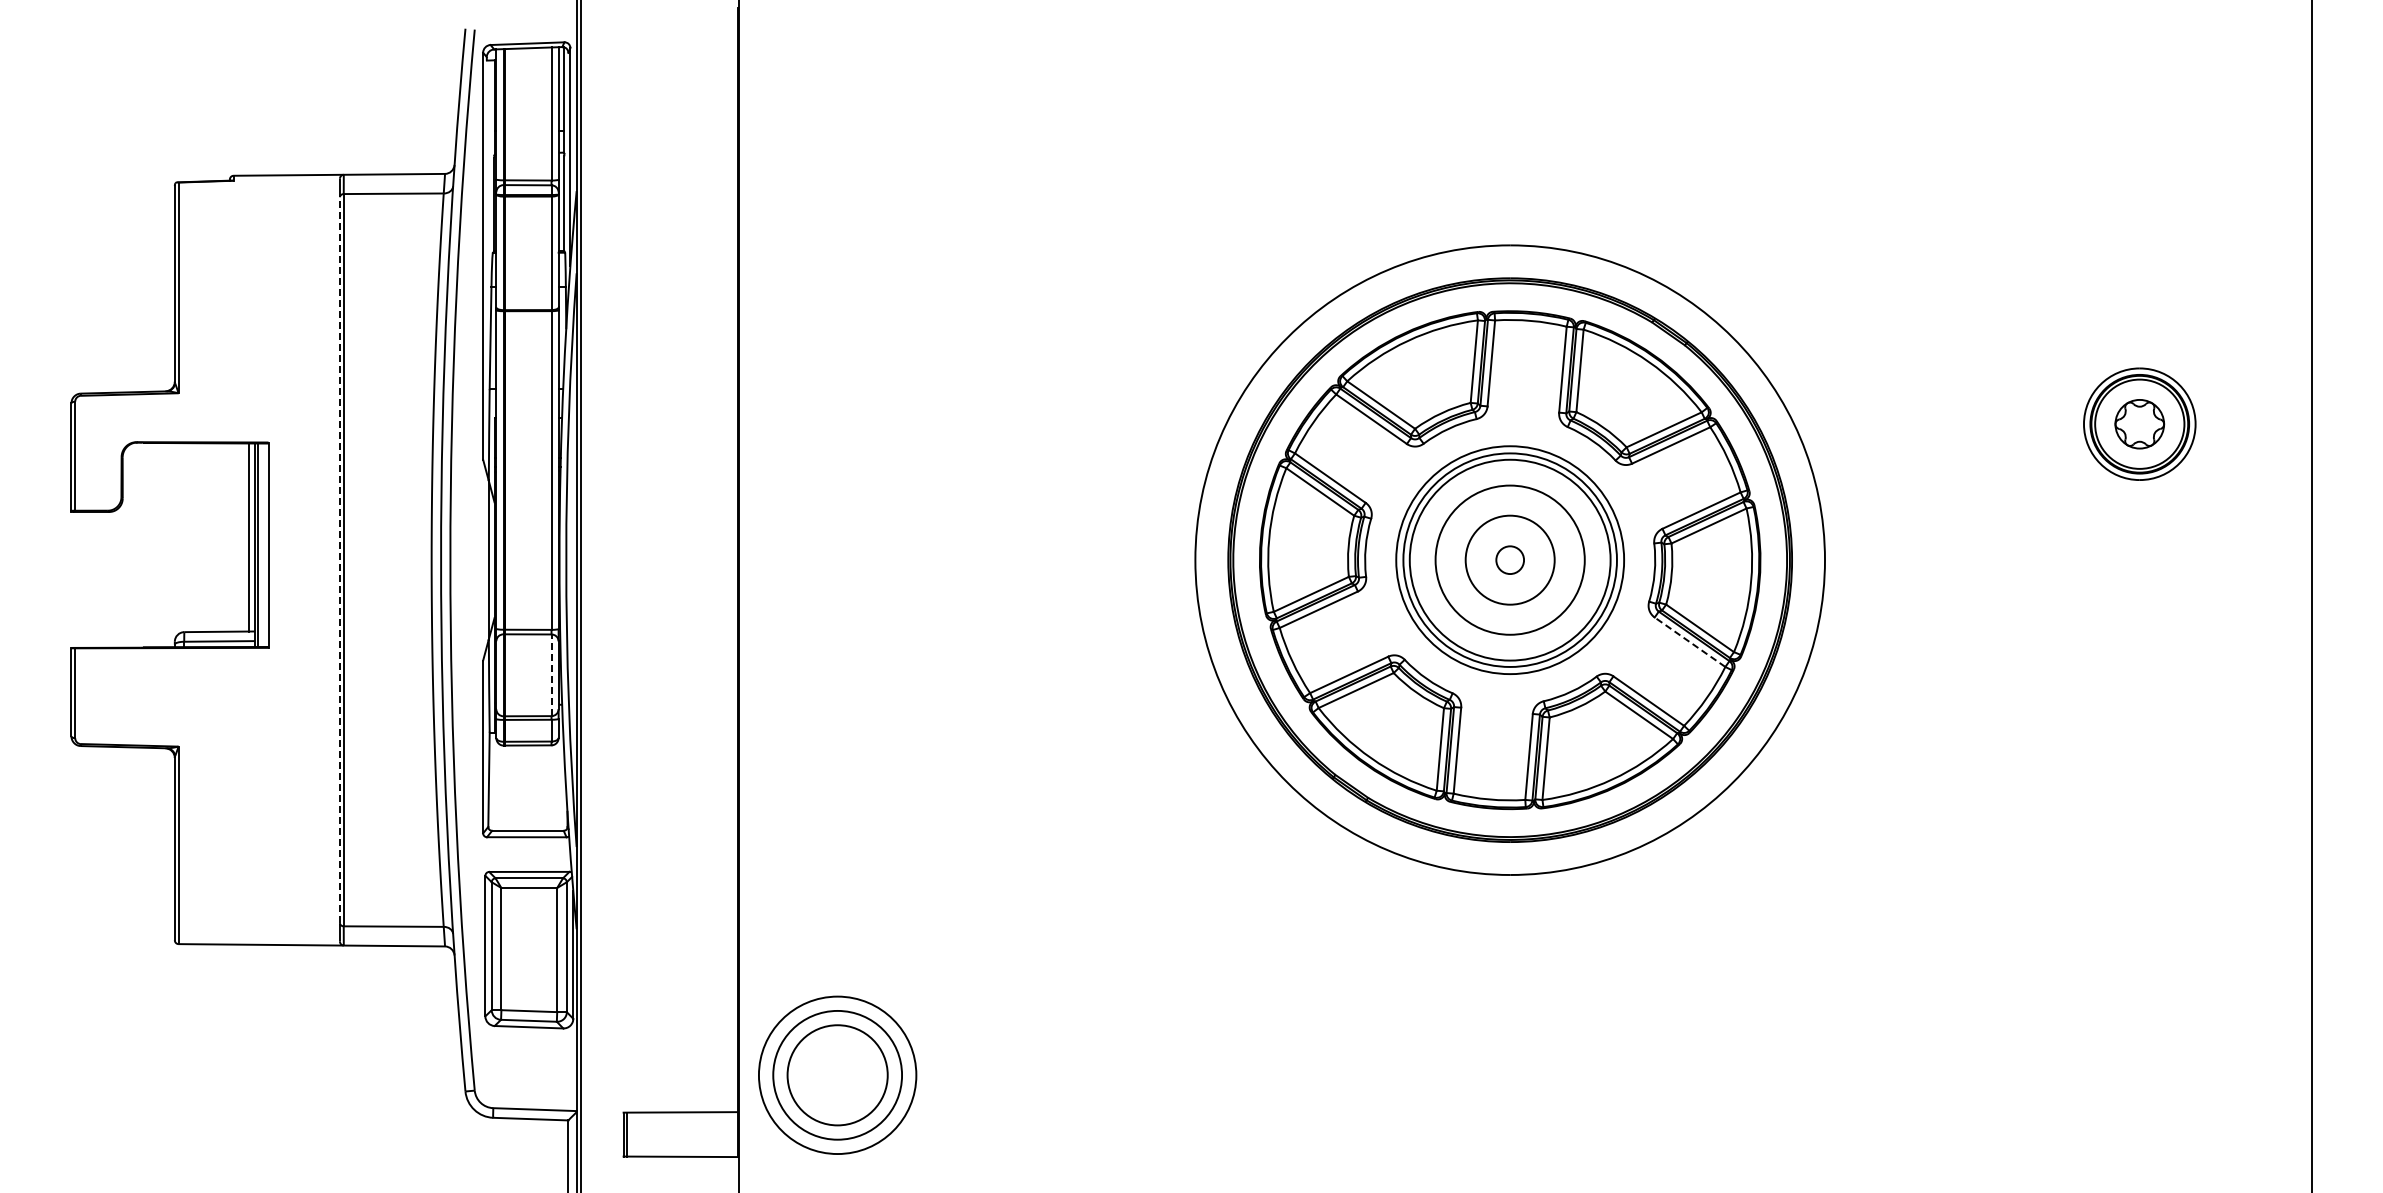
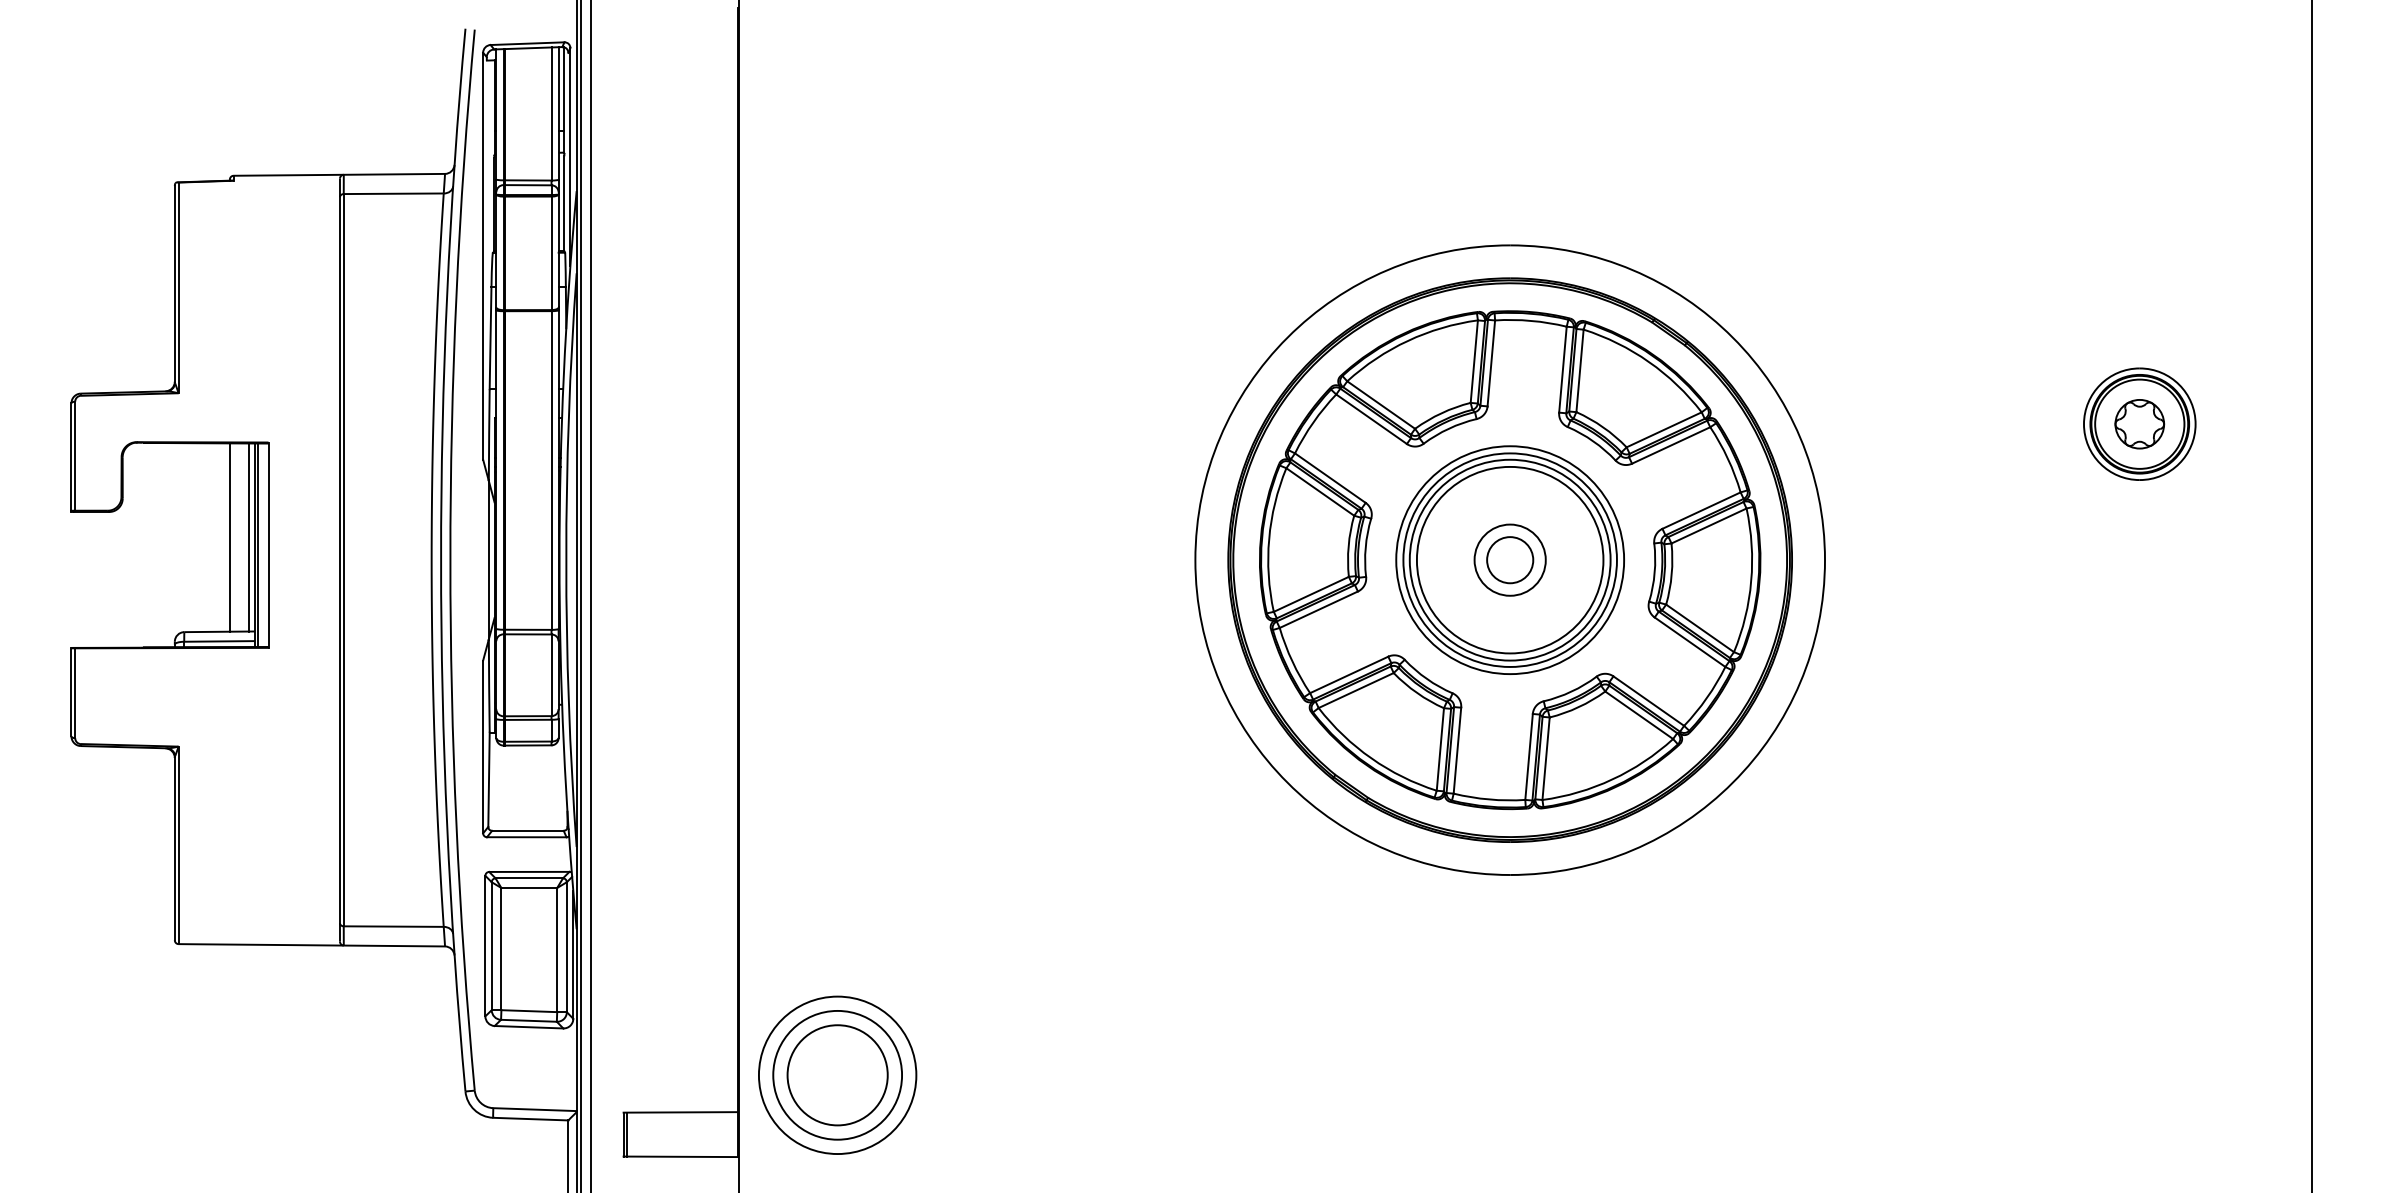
line at (229, 537): none -> present
line at (339, 559): dashed -> solid
circle at (1509, 559) diameter: 149 px -> 187 px
circle at (1509, 559) diameter: 89 px -> 71 px
circle at (1510, 560) diameter: 28 px -> 46 px
line at (591, 595): none -> present
line at (1689, 641): dashed -> solid
line at (551, 675): dashed -> solid
